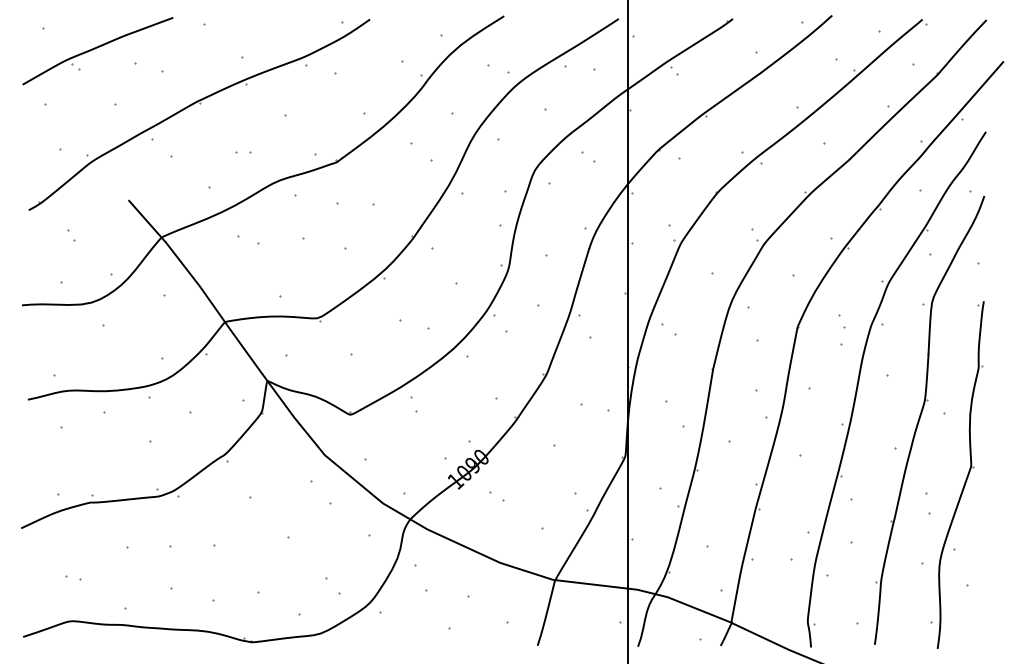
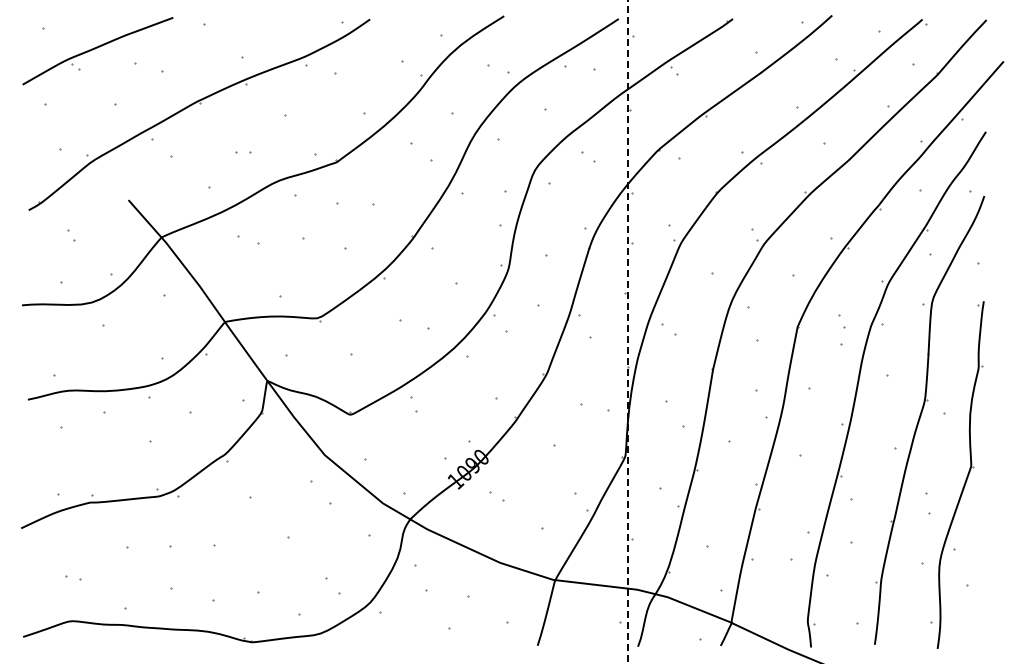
line at (628, 332): solid -> dashed
